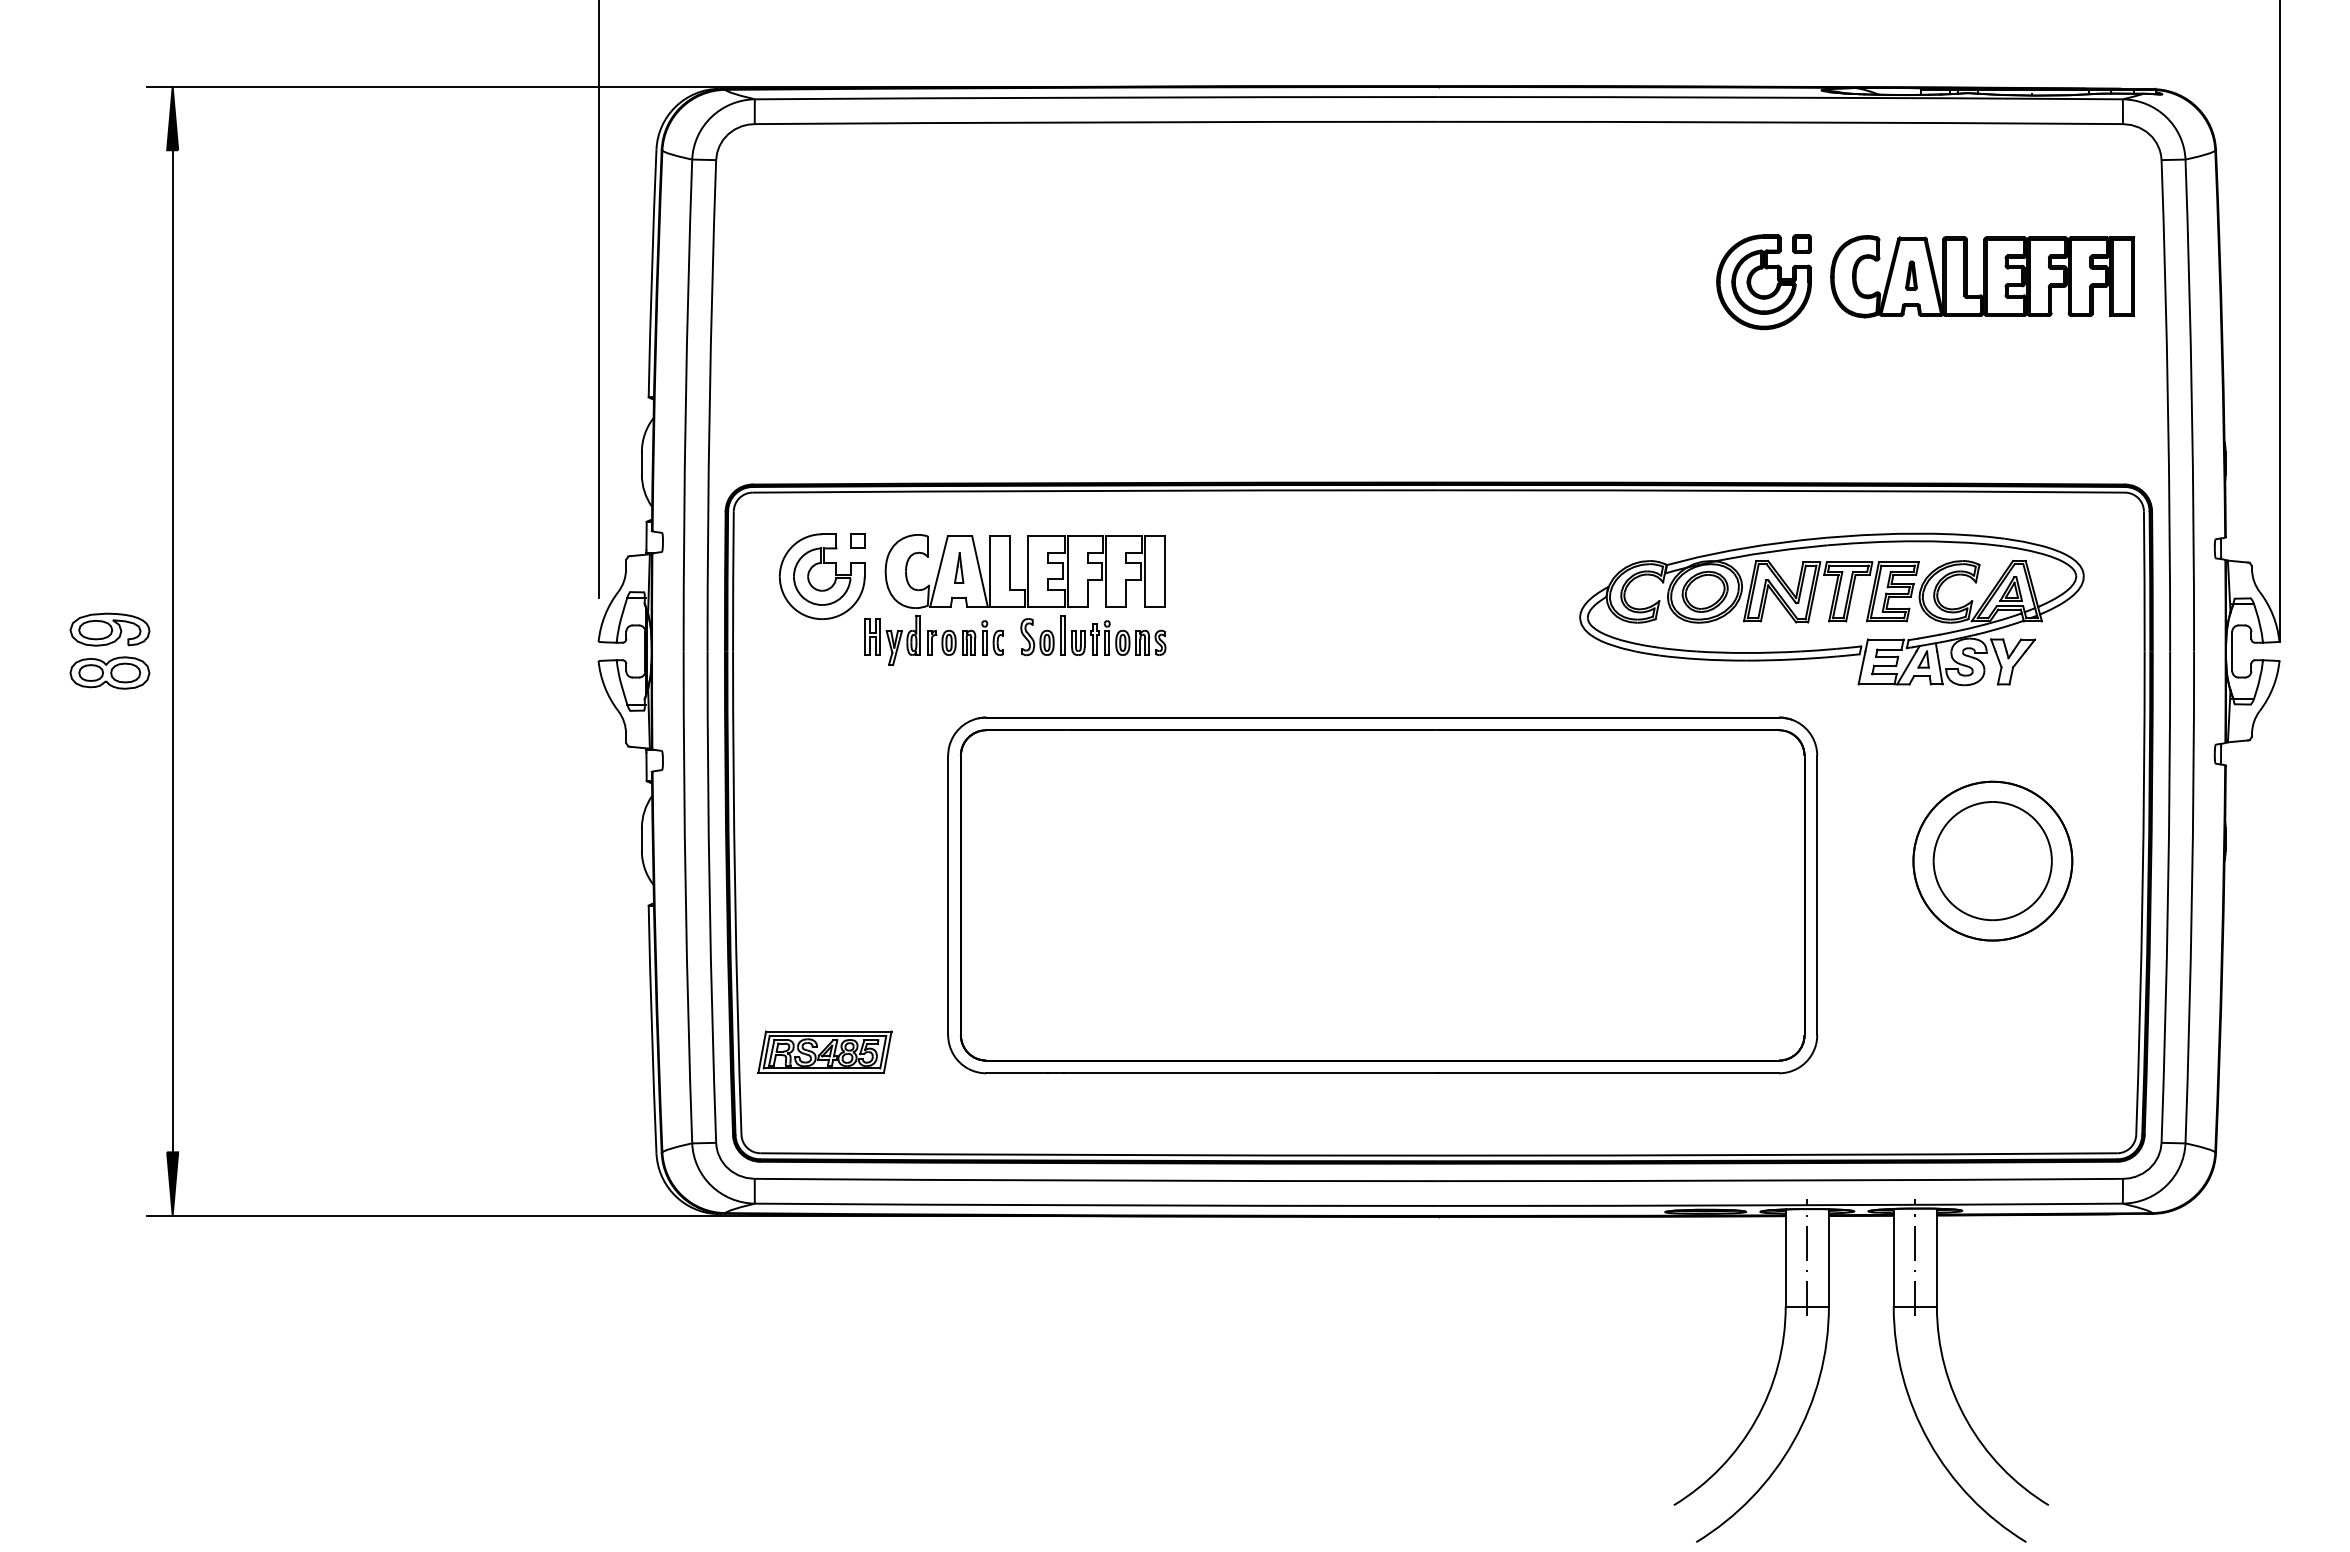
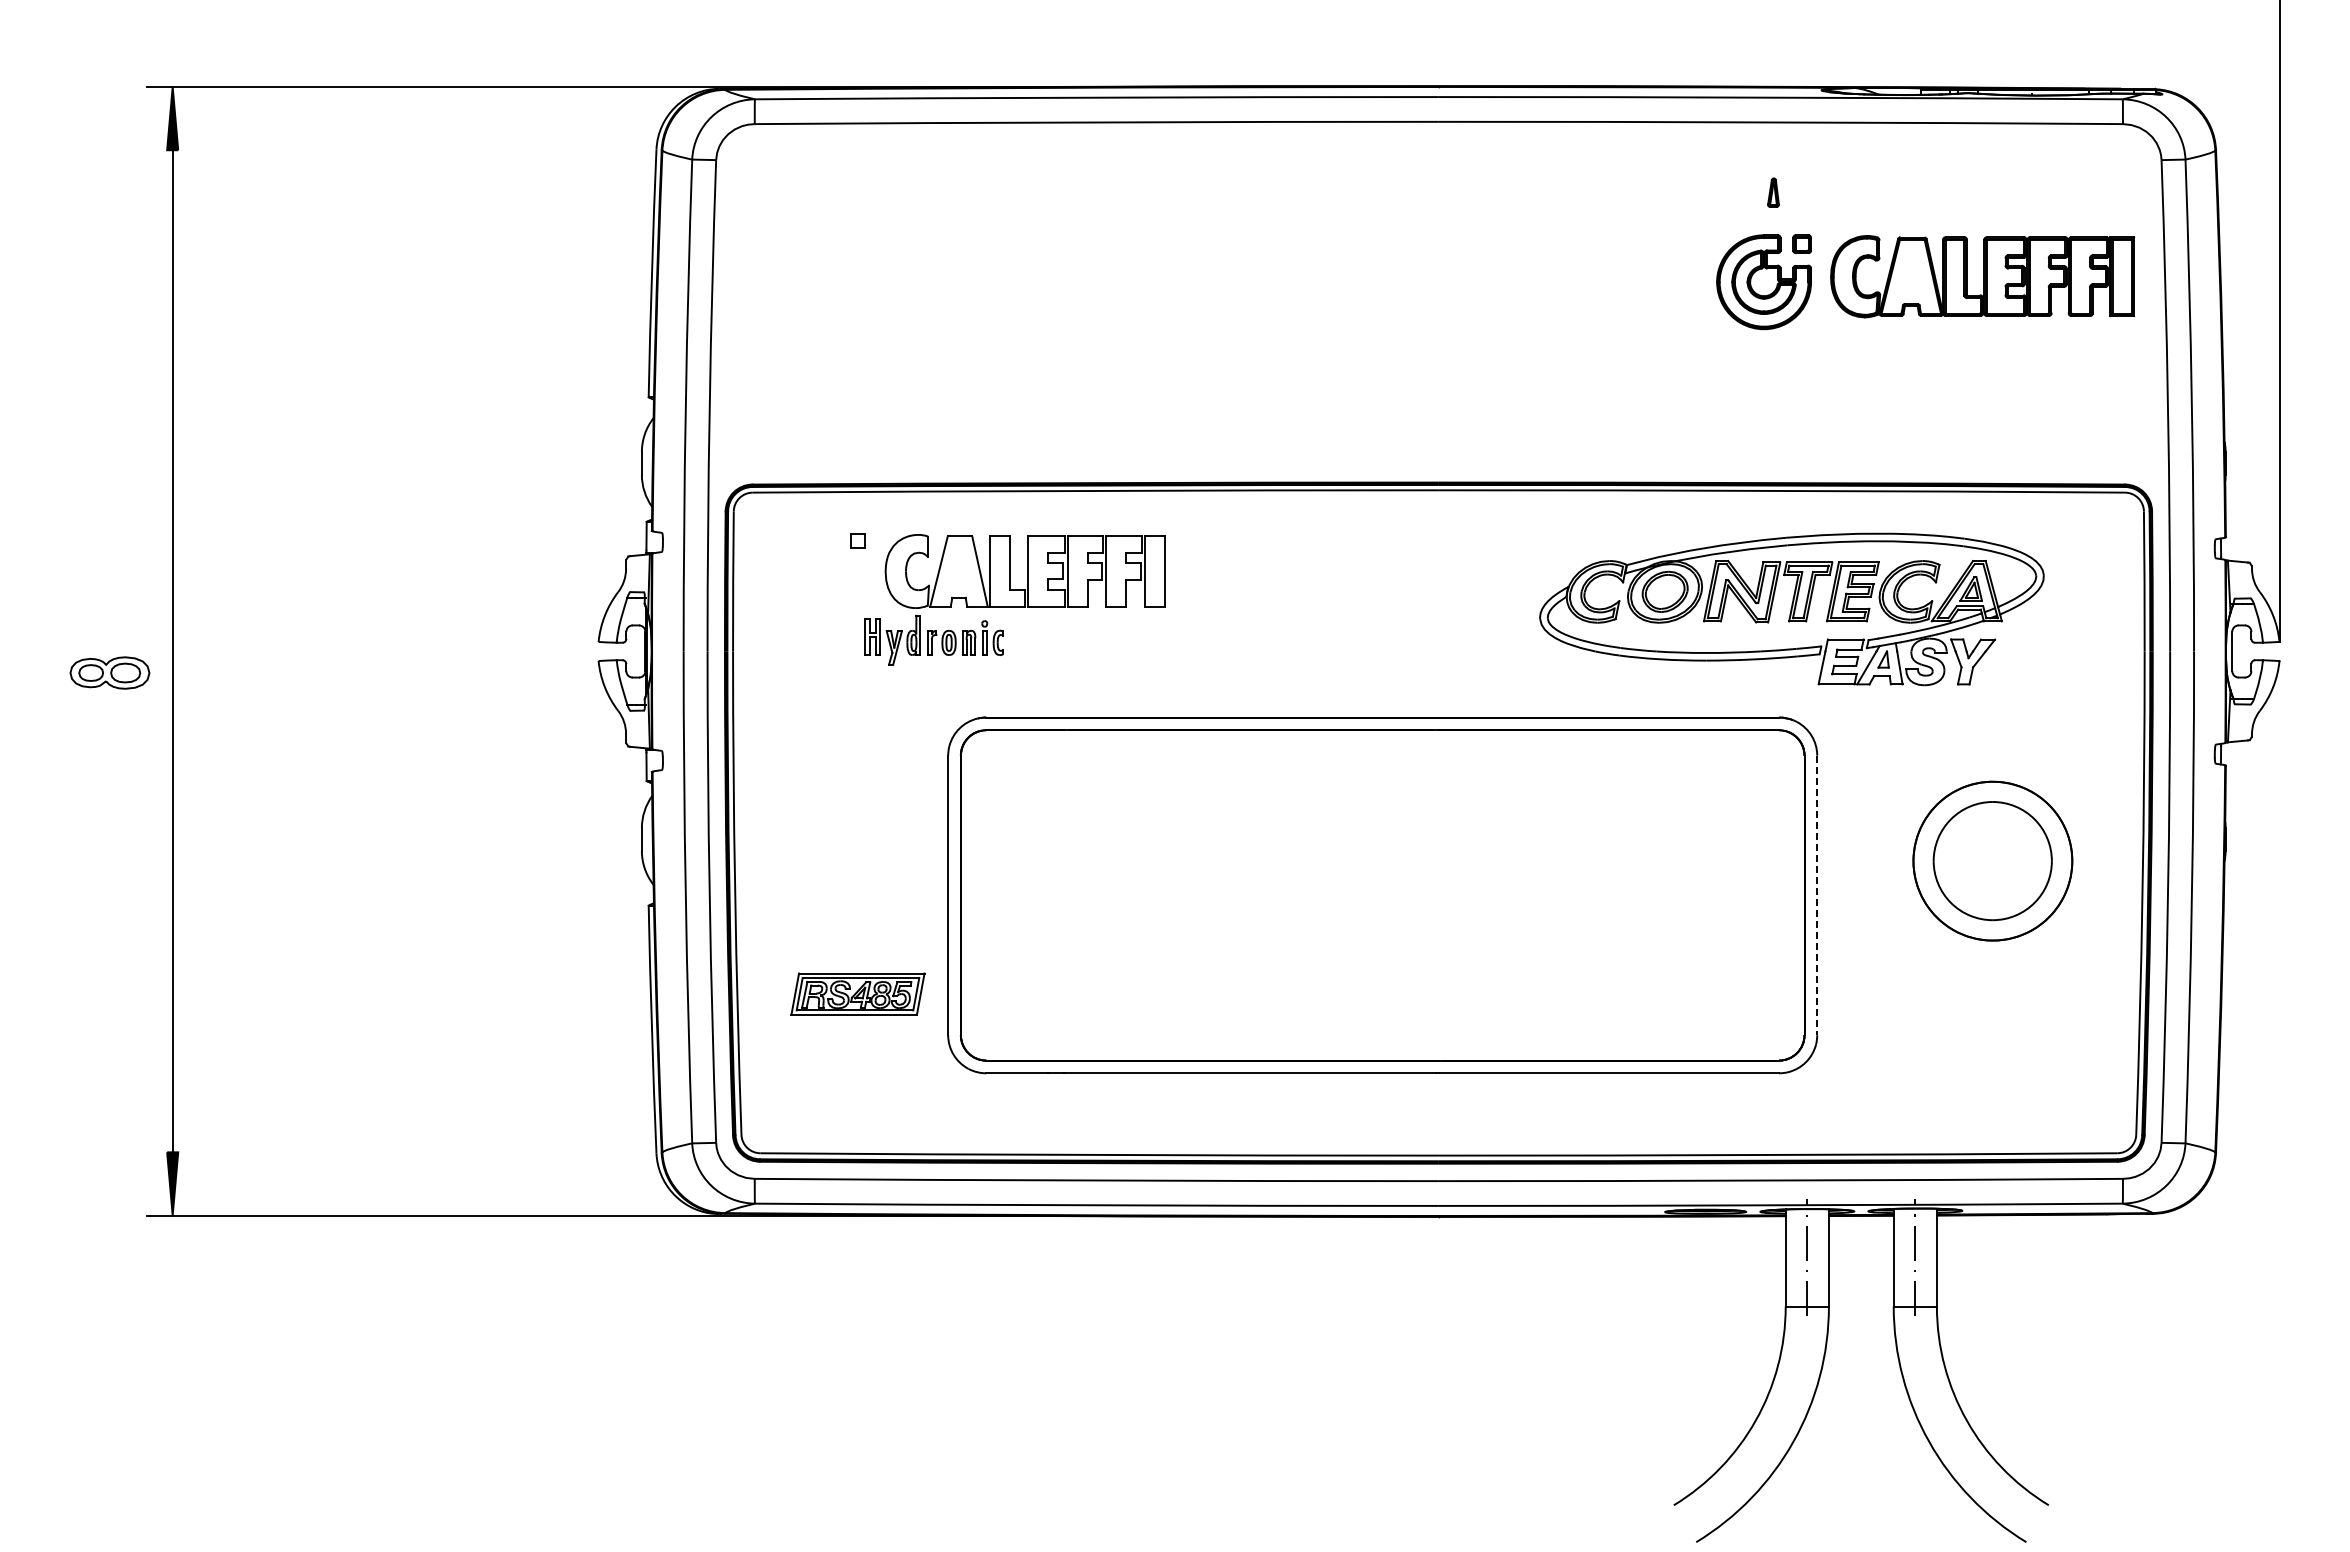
part at (1911, 275) position: (1911, 275) -> (1773, 192)
line at (598, 300): present -> none
part at (959, 567): present -> none
part at (822, 576): present -> none
part at (1831, 609) position: (1831, 609) -> (1791, 609)
part at (109, 629): present -> none
part at (1093, 635): present -> none
line at (1817, 895): solid -> dashed
part at (824, 1051) position: (824, 1051) -> (857, 993)
